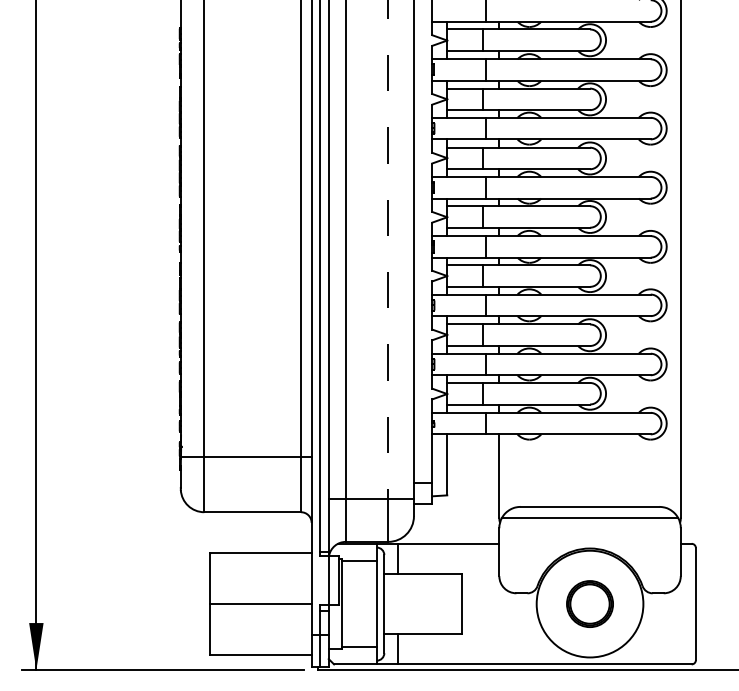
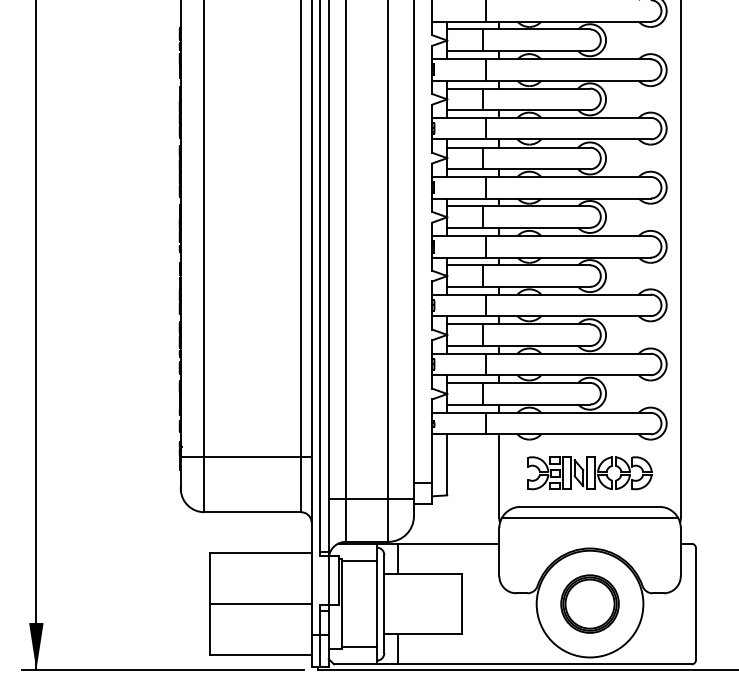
line at (388, 250): dashed -> solid
part at (589, 473): none -> present
part at (589, 603) size: 48x48 px -> 60x60 px
